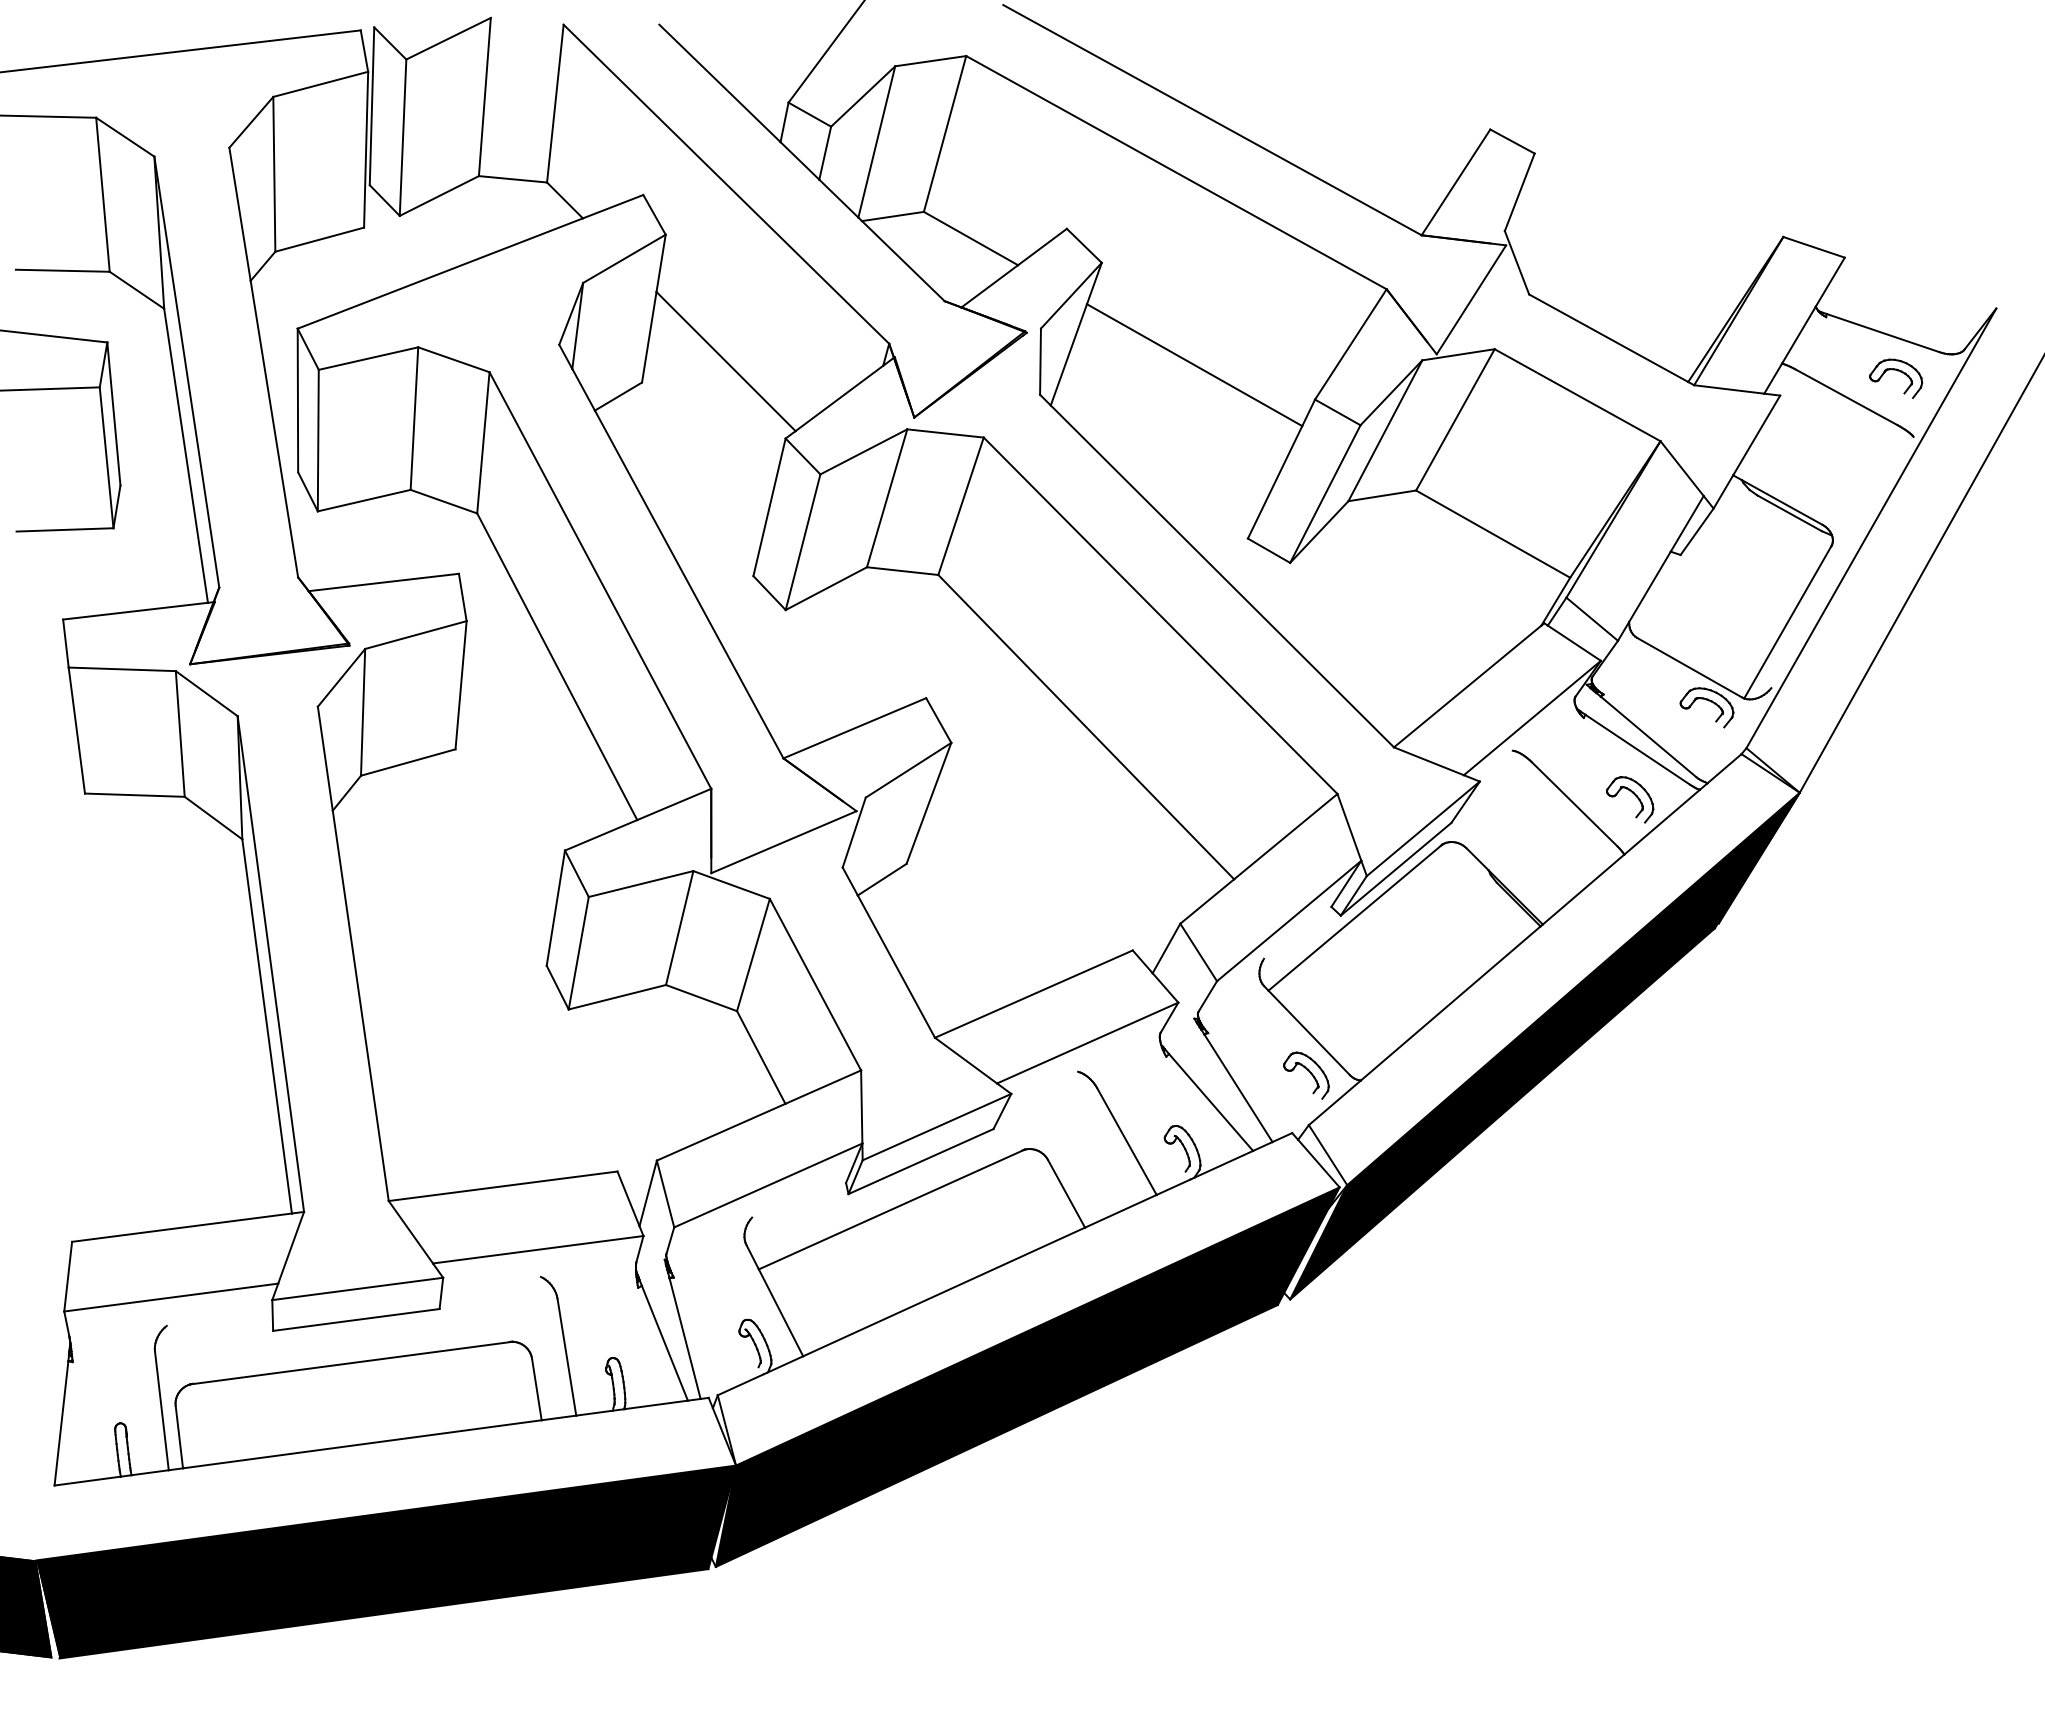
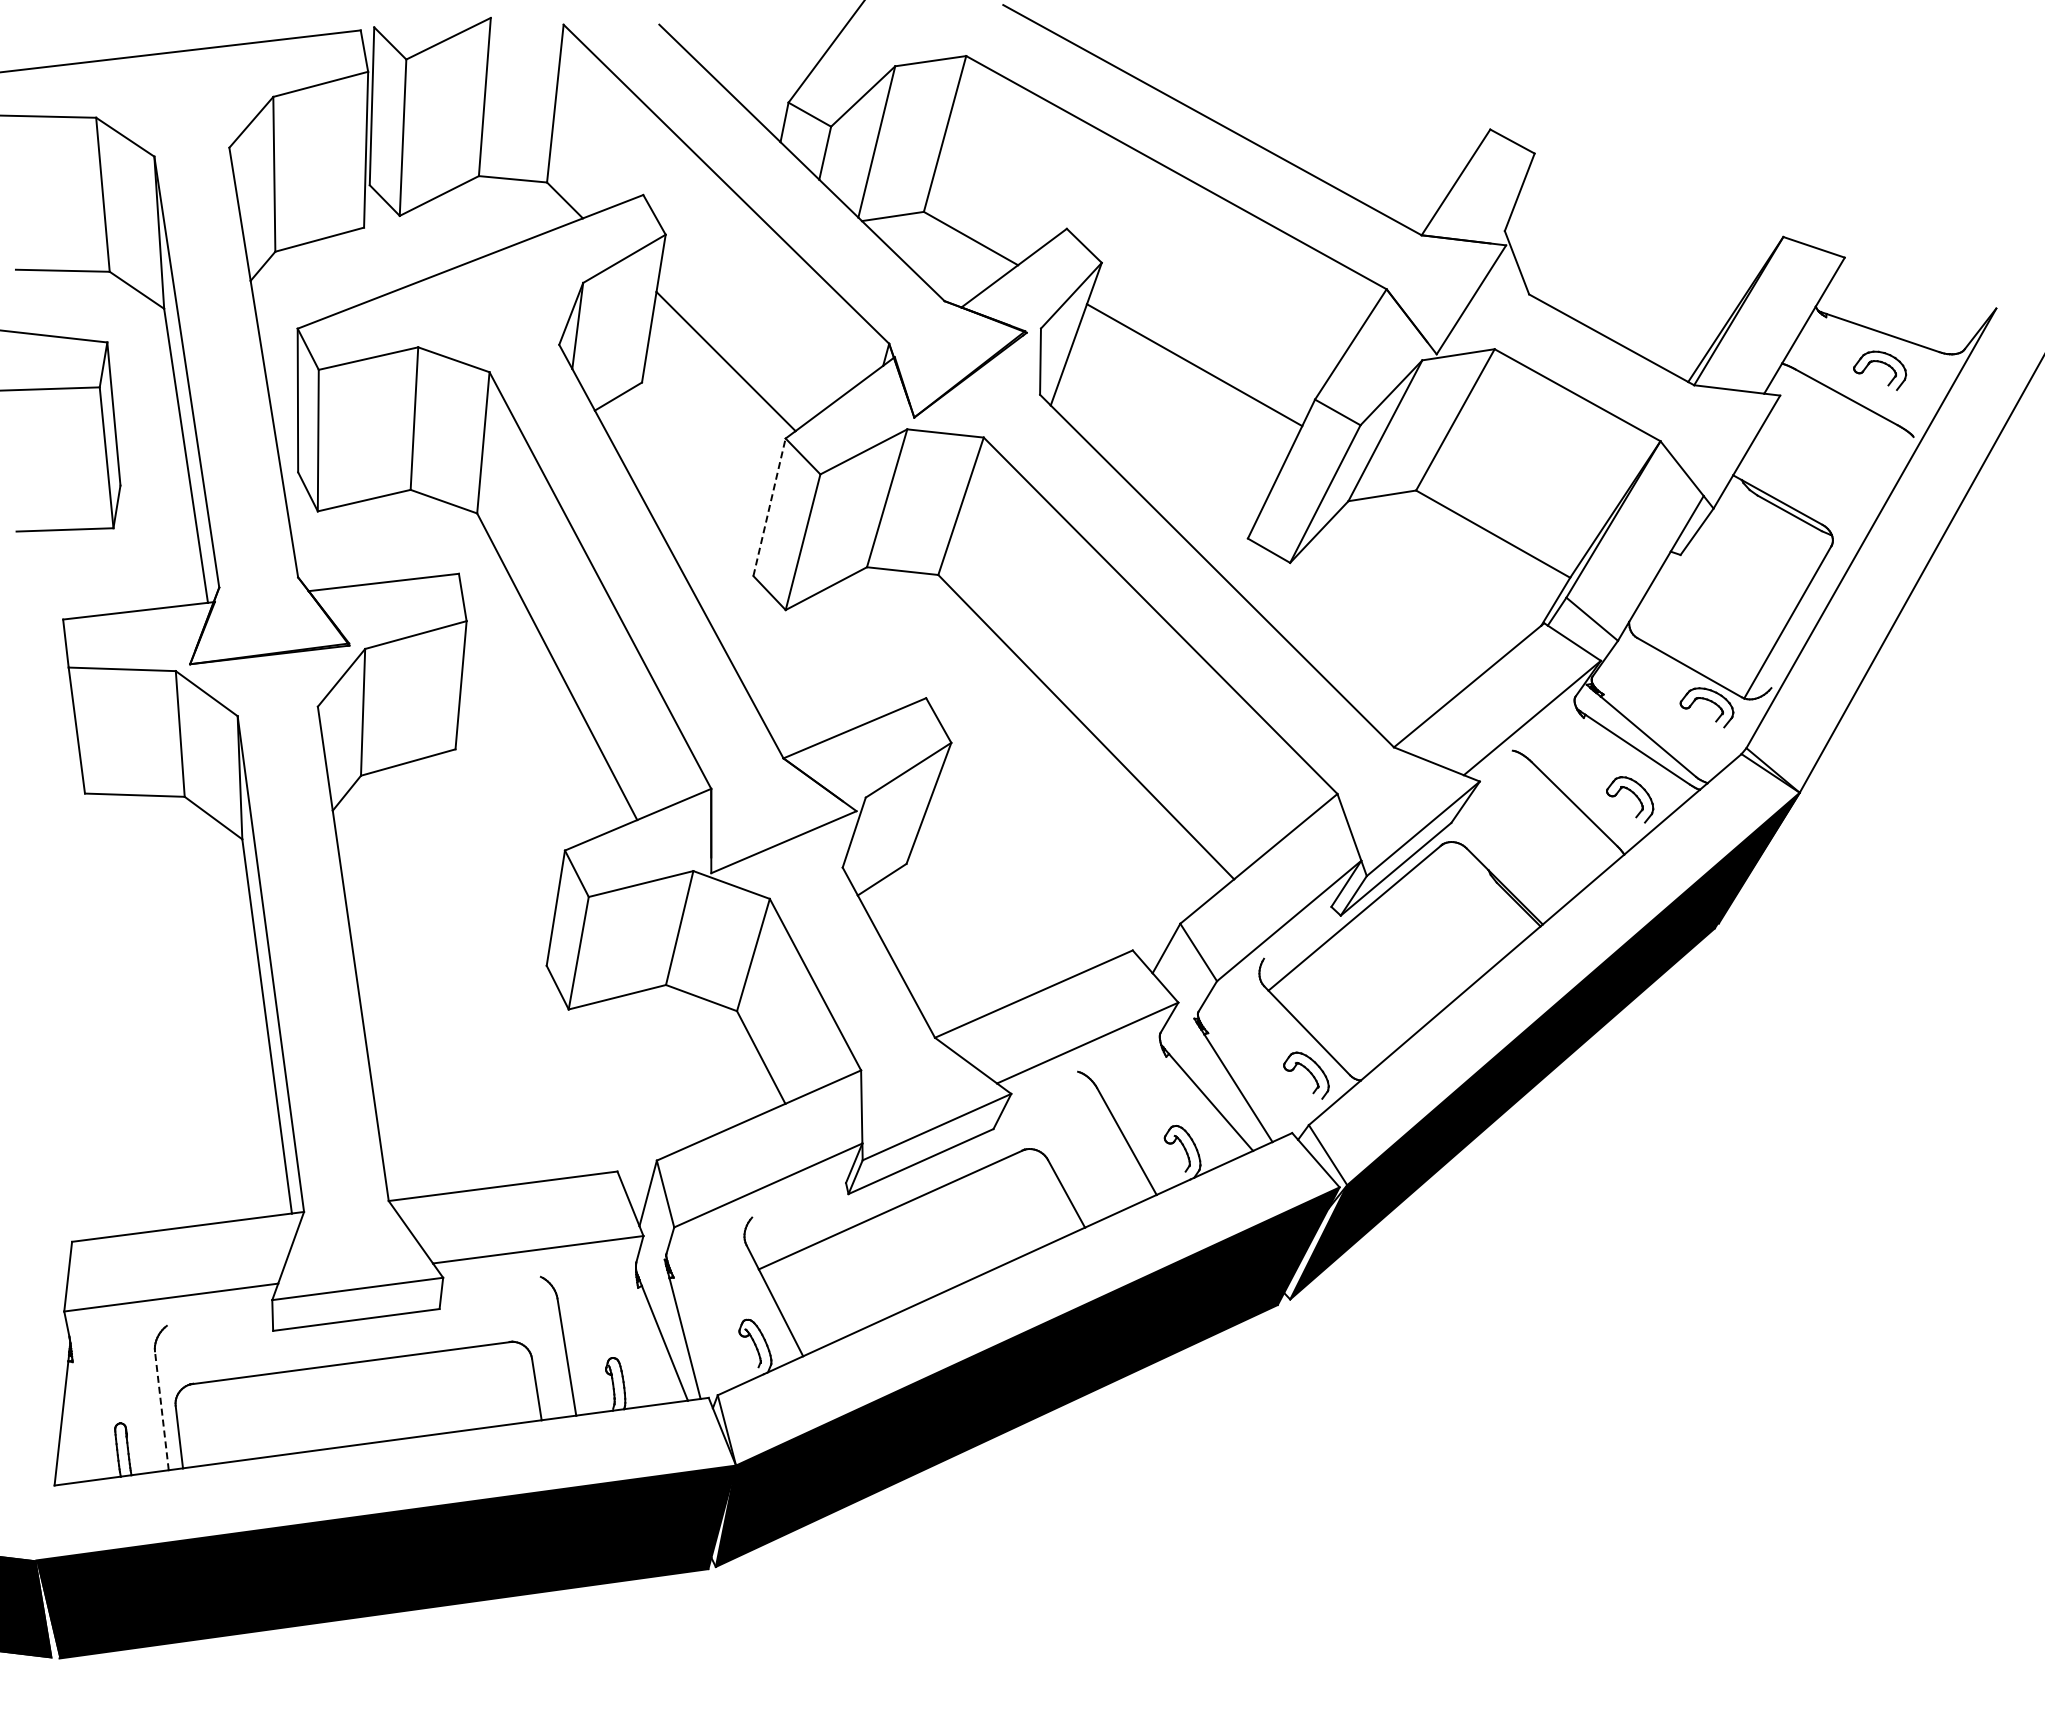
part at (1897, 371) position: (1897, 371) -> (1881, 363)
line at (769, 507): solid -> dashed
line at (161, 1410): solid -> dashed
